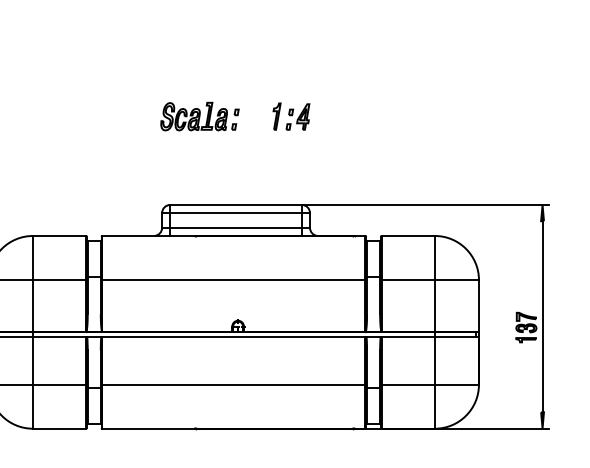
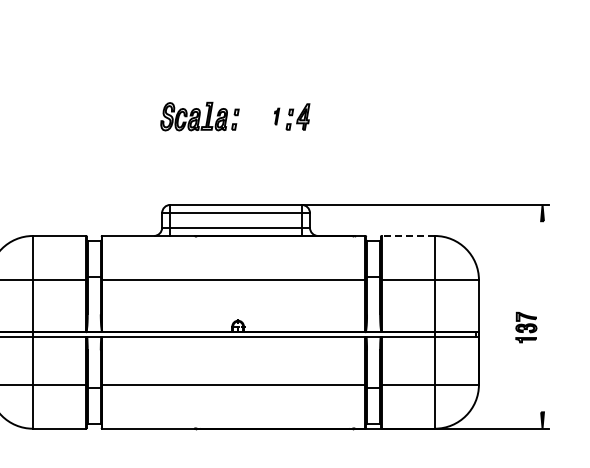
part at (276, 116) size: 10x29 px -> 7x19 px
line at (408, 235): solid -> dashed
line at (542, 316): present -> none
